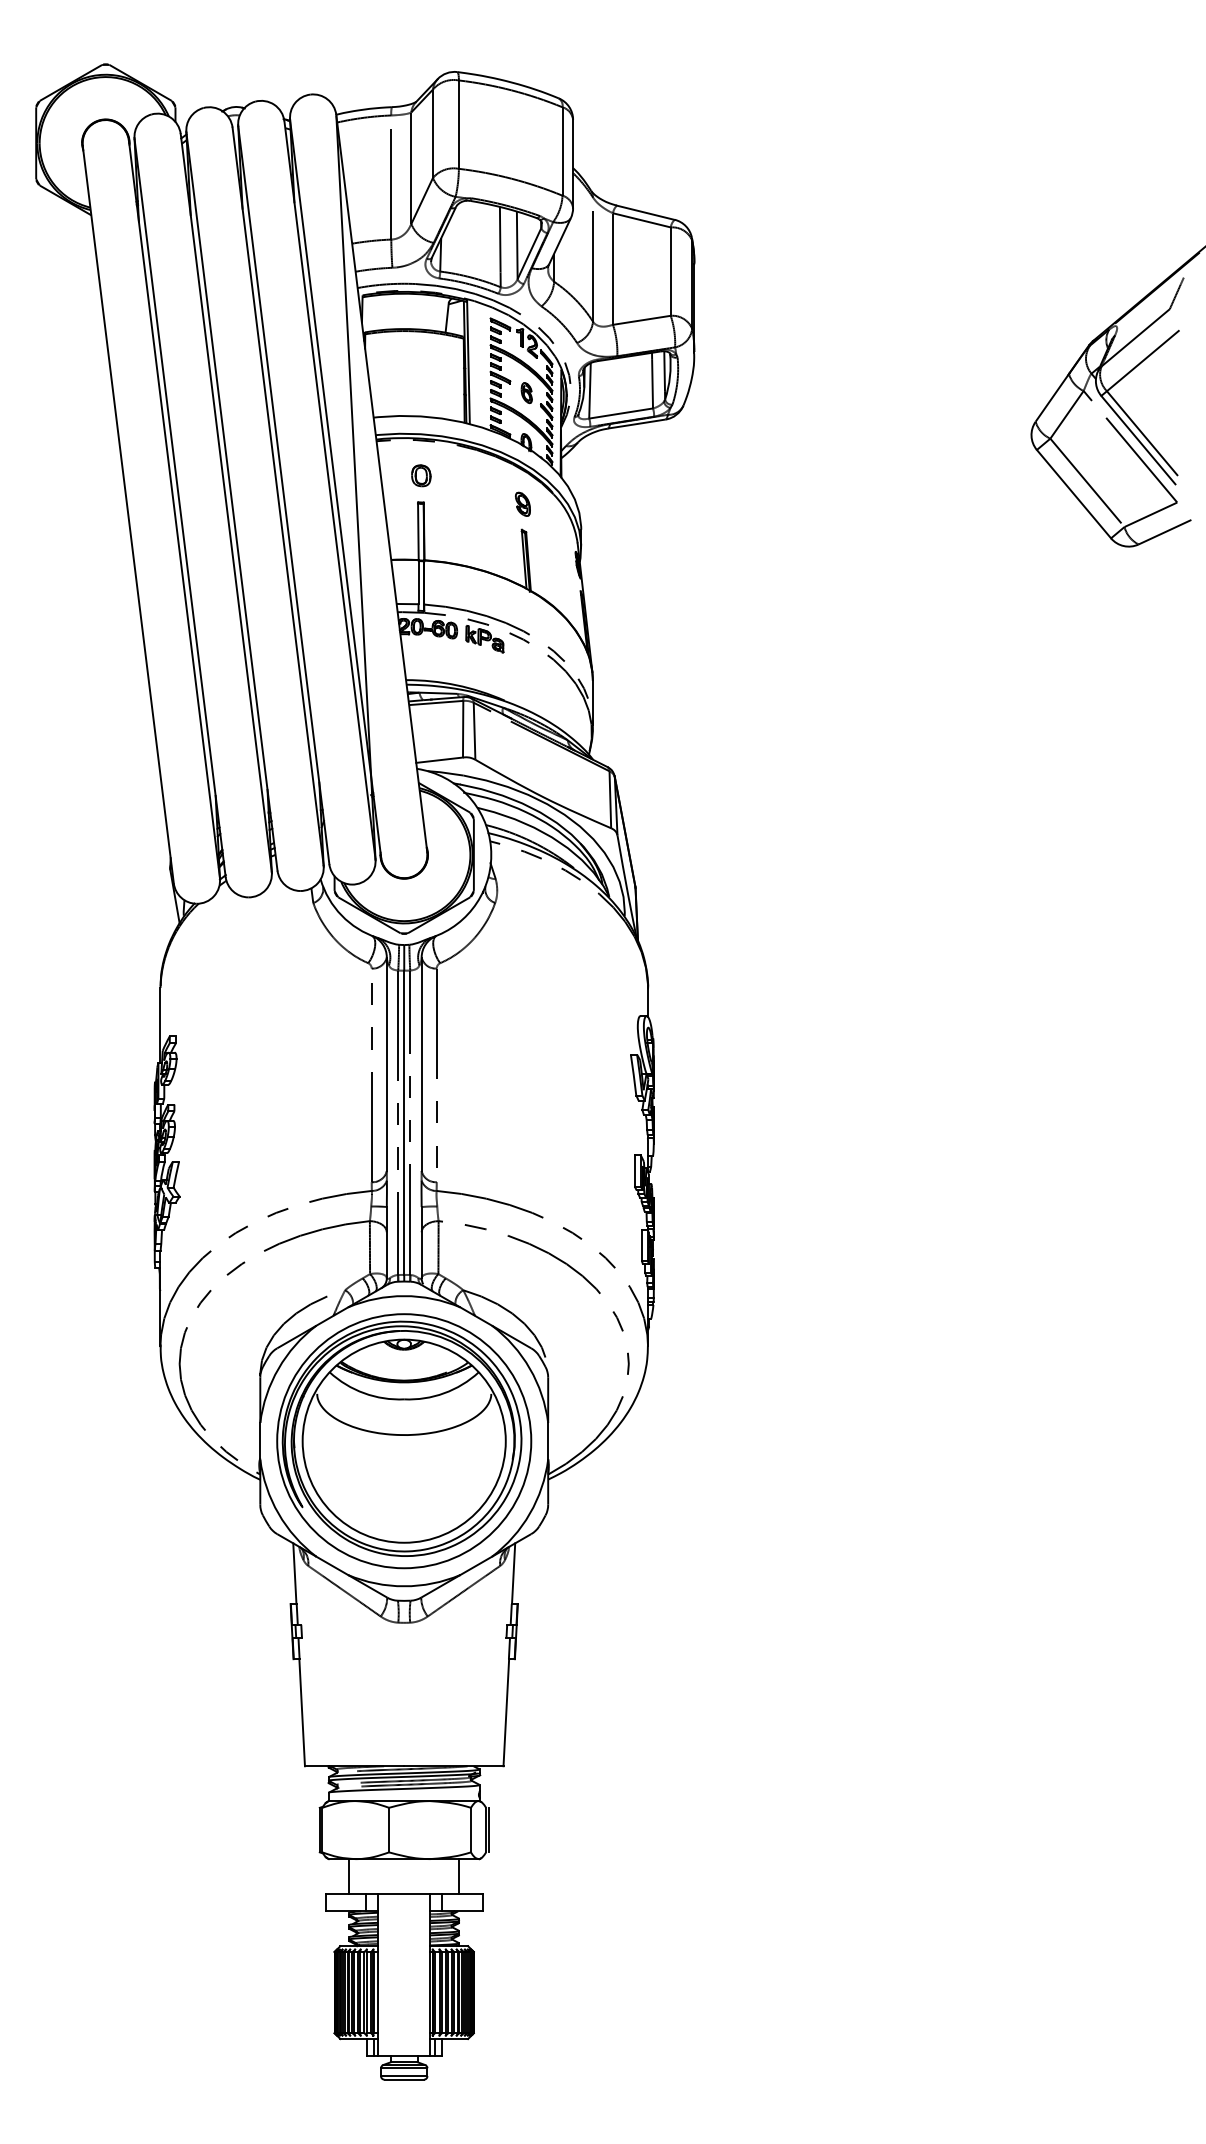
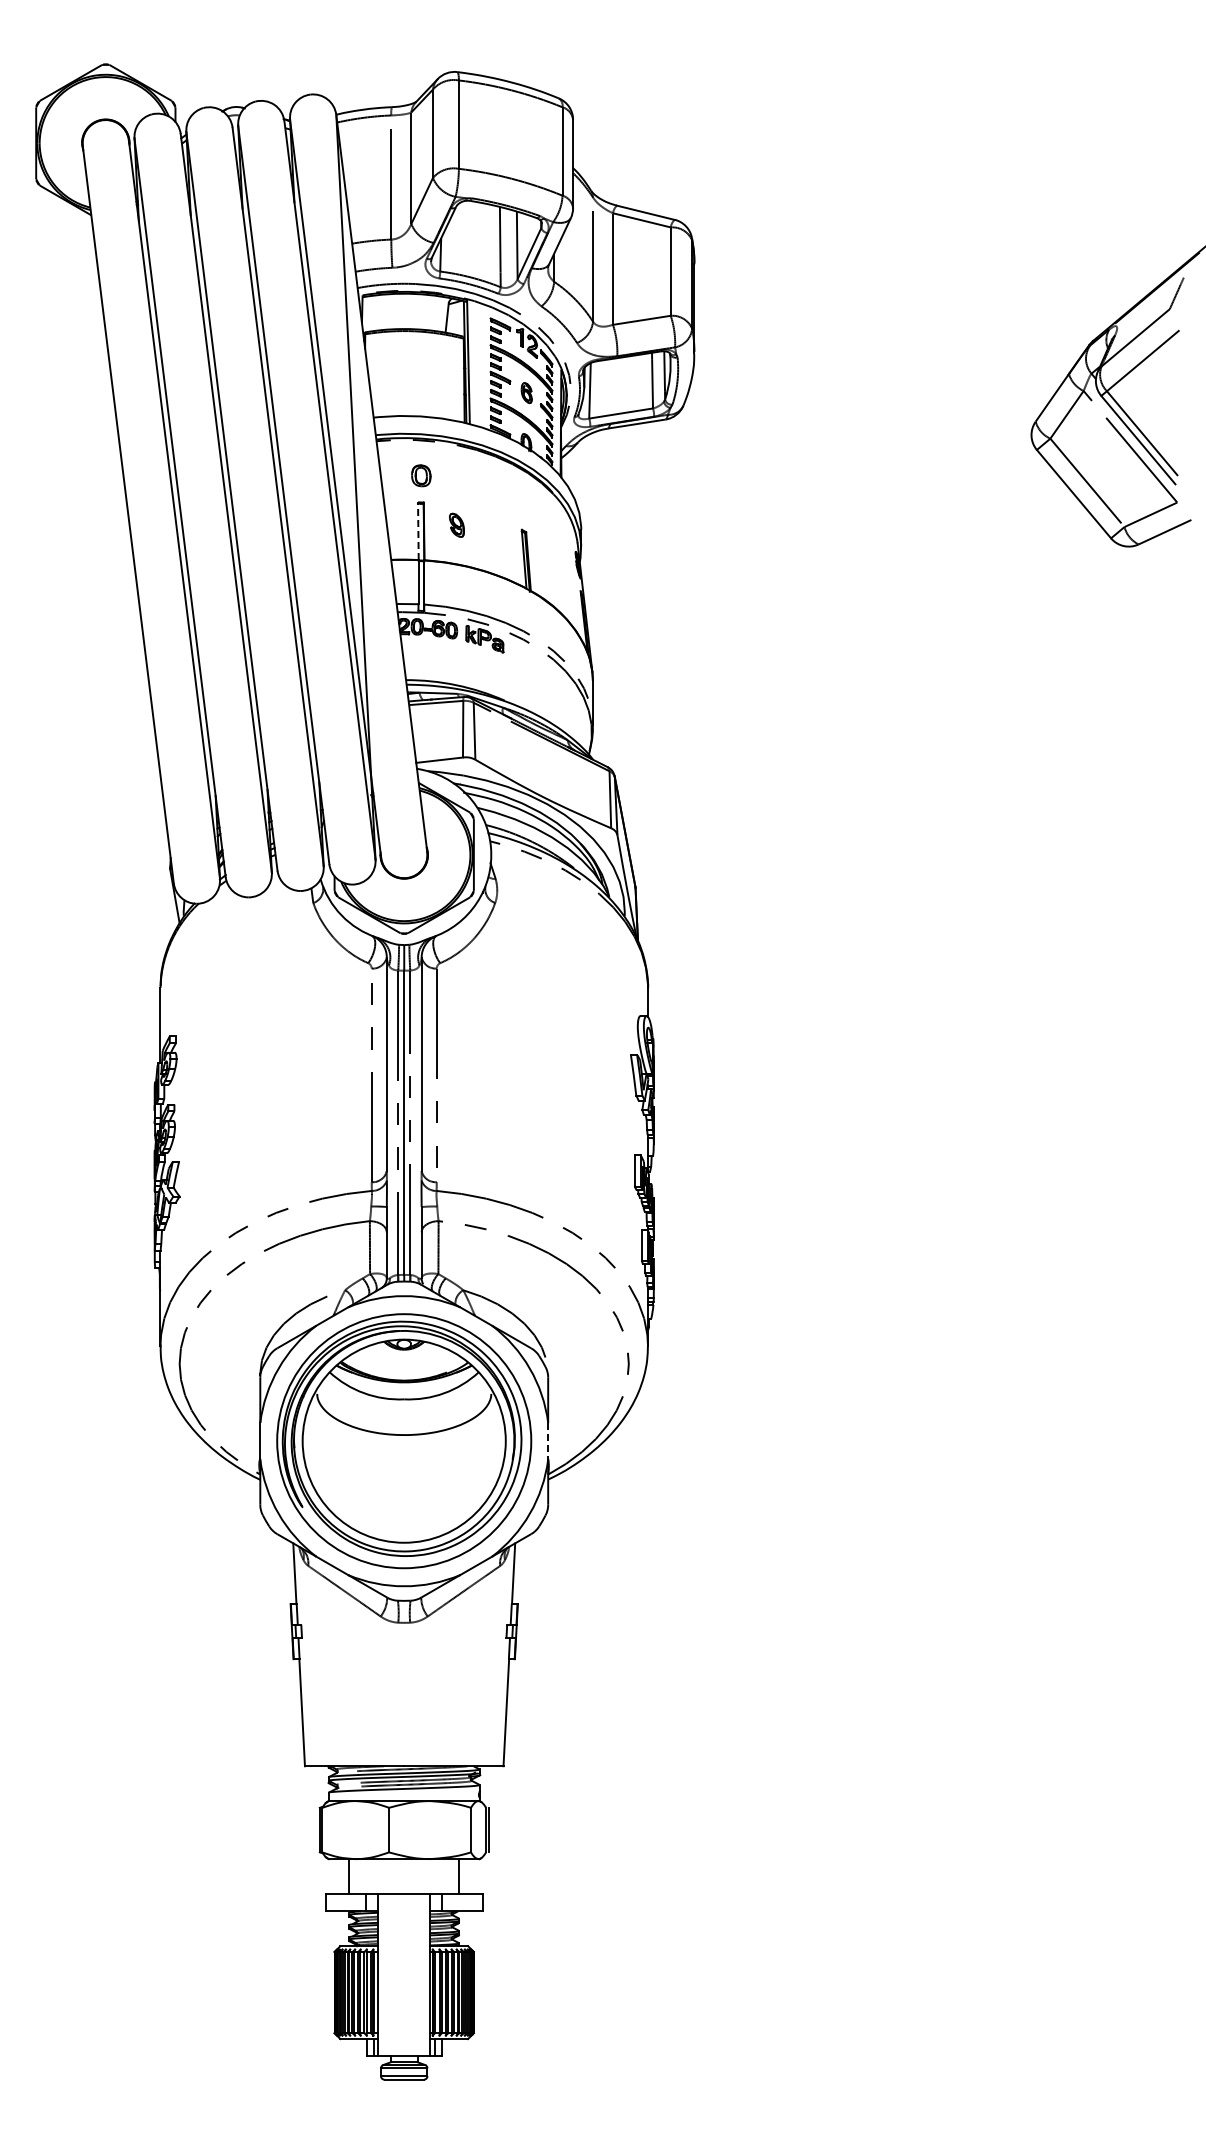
part at (522, 503) position: (522, 503) -> (456, 524)
line at (418, 531): solid -> dashed
line at (548, 1441): solid -> dashed
